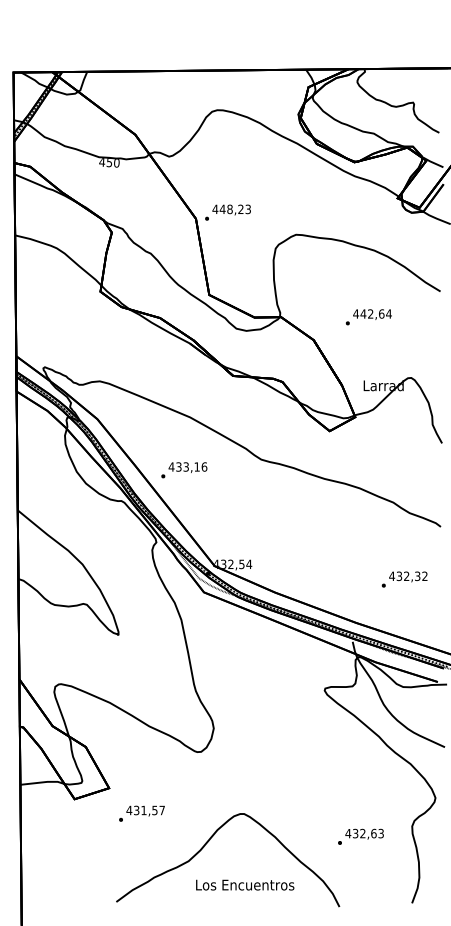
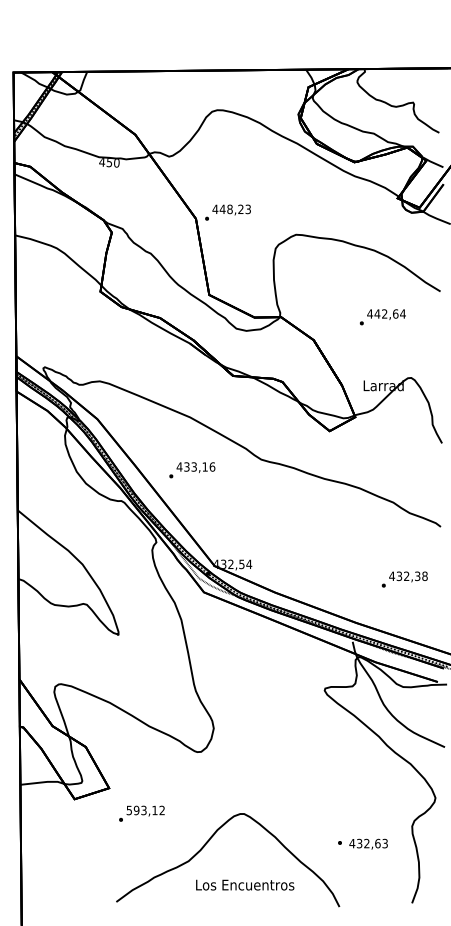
text at (368, 317) position: (368, 317) -> (382, 317)
text at (184, 470) position: (184, 470) -> (192, 470)
text at (424, 575): 432,32 -> 432,38
text at (145, 810): 431,57 -> 593,12
text at (364, 833) position: (364, 833) -> (368, 843)
